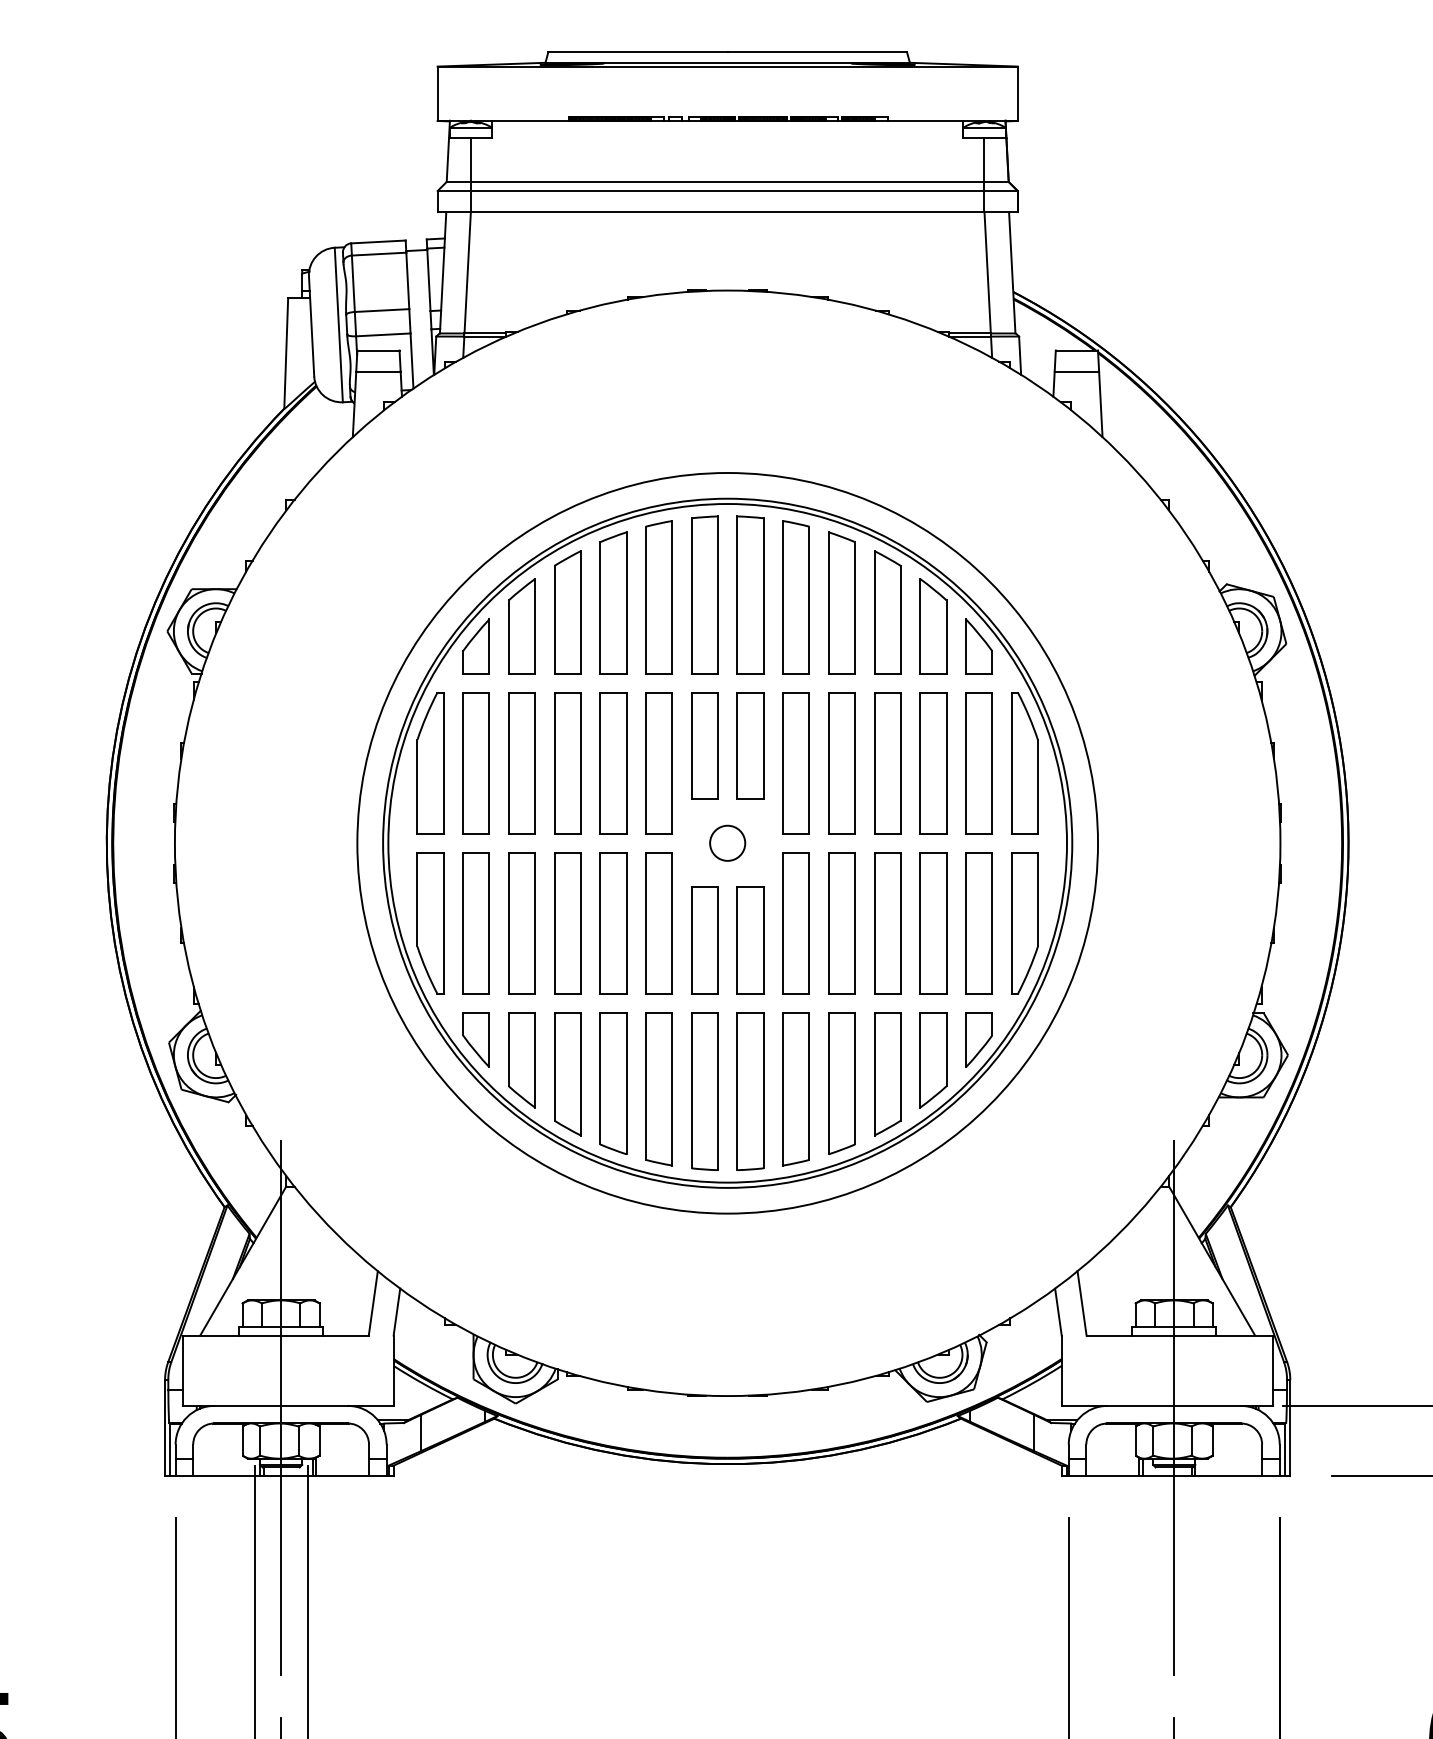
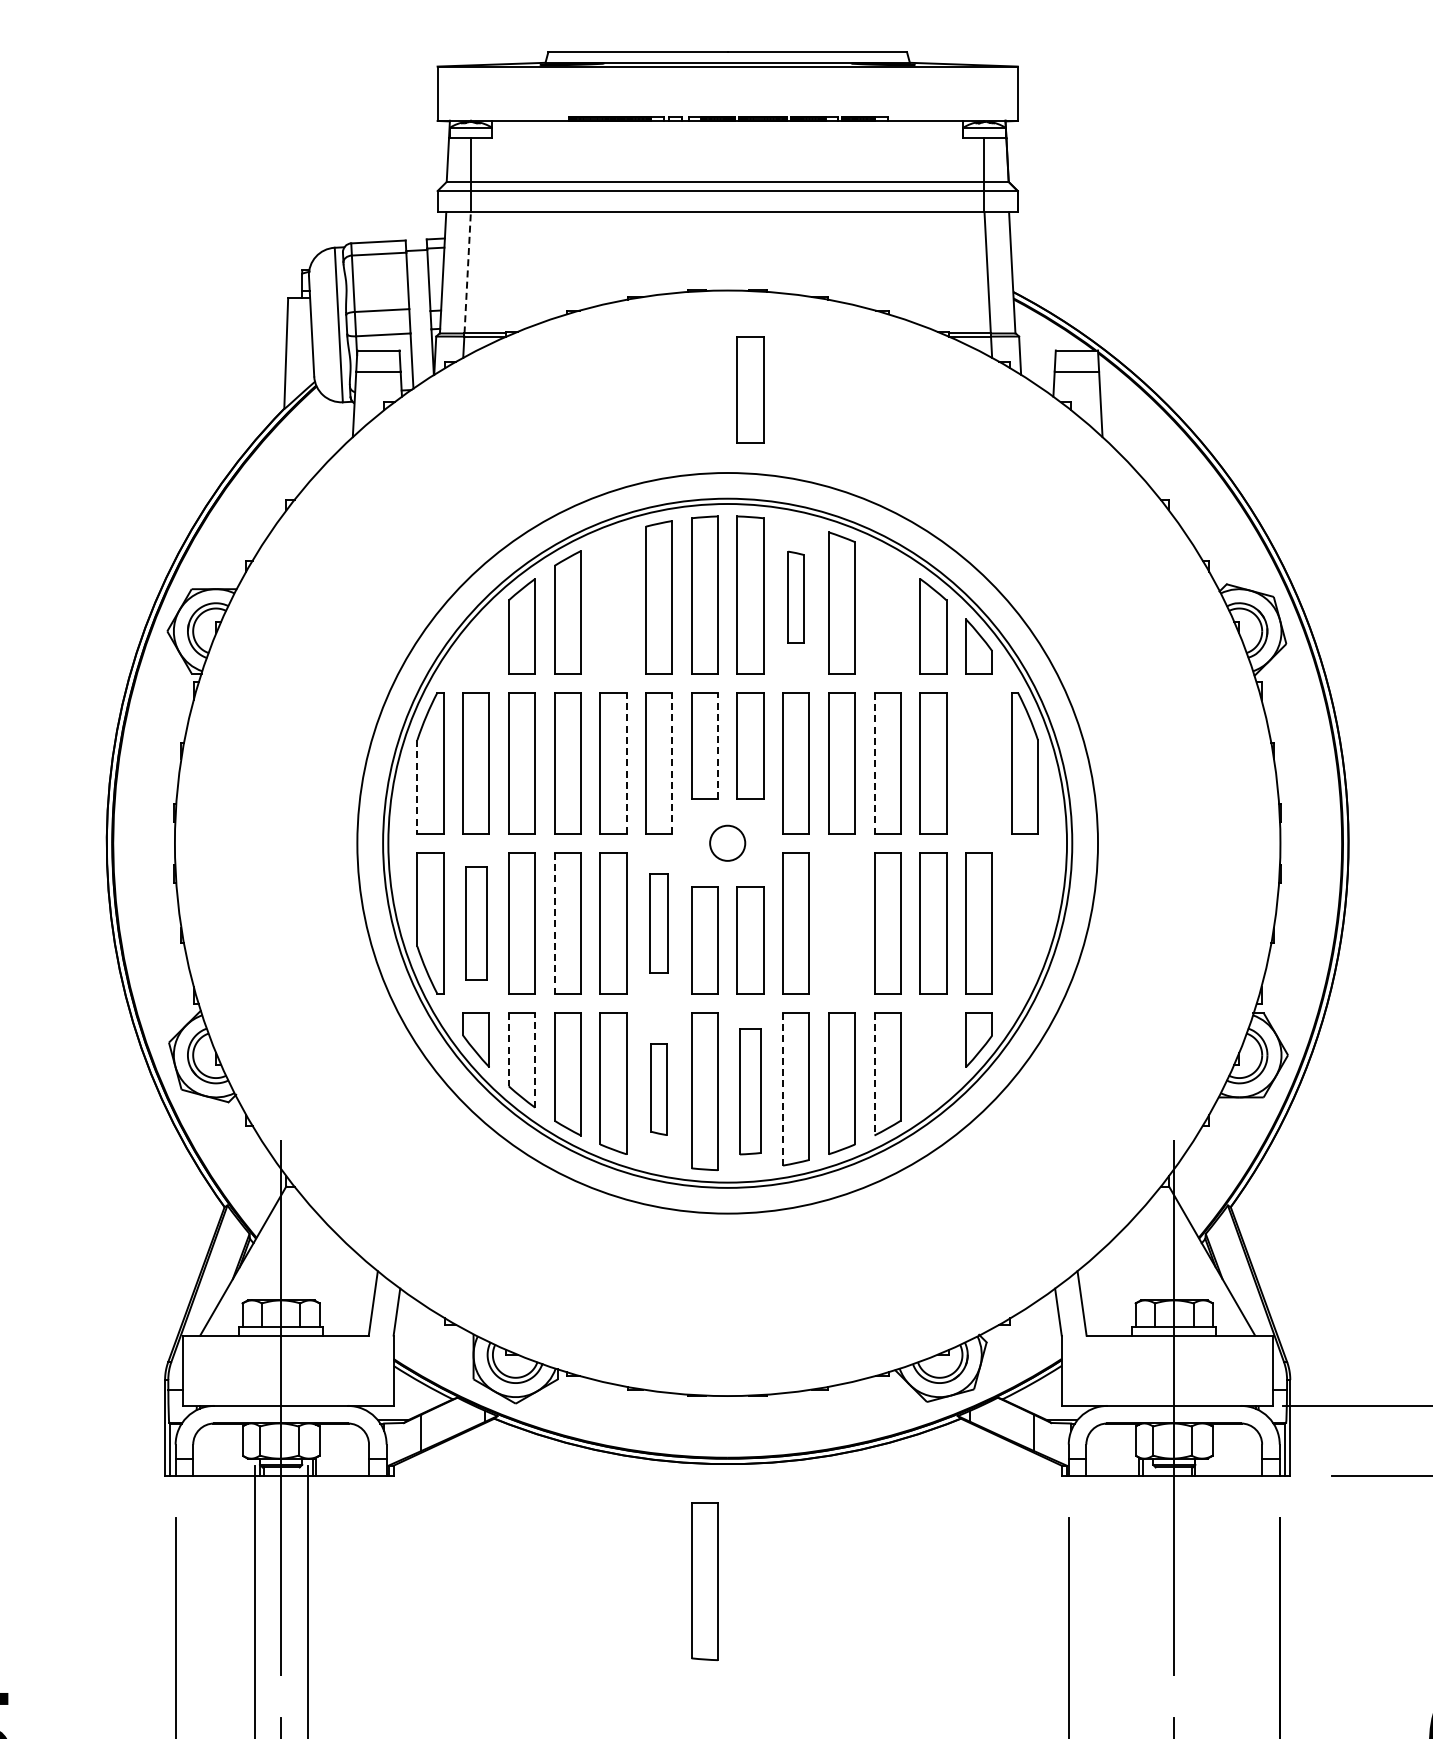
line at (467, 272): solid -> dashed
part at (750, 389): none -> present
part at (795, 597) size: 28x155 px -> 18x94 px
part at (613, 602): present -> none
part at (887, 612): present -> none
part at (475, 646): present -> none
line at (718, 745): solid -> dashed
line at (626, 762): solid -> dashed
line at (672, 762): solid -> dashed
line at (874, 763): solid -> dashed
part at (978, 763): present -> none
line at (417, 786): solid -> dashed
part at (475, 923) size: 28x143 px -> 23x115 px
line at (554, 923): solid -> dashed
part at (658, 923) size: 28x143 px -> 20x101 px
part at (841, 923): present -> none
part at (1024, 923): present -> none
line at (508, 1049): solid -> dashed
line at (535, 1059): solid -> dashed
part at (933, 1060): present -> none
line at (874, 1074): solid -> dashed
part at (658, 1089) size: 28x155 px -> 18x93 px
line at (783, 1089): solid -> dashed
part at (750, 1091) size: 29x159 px -> 23x128 px
part at (704, 1581): none -> present
